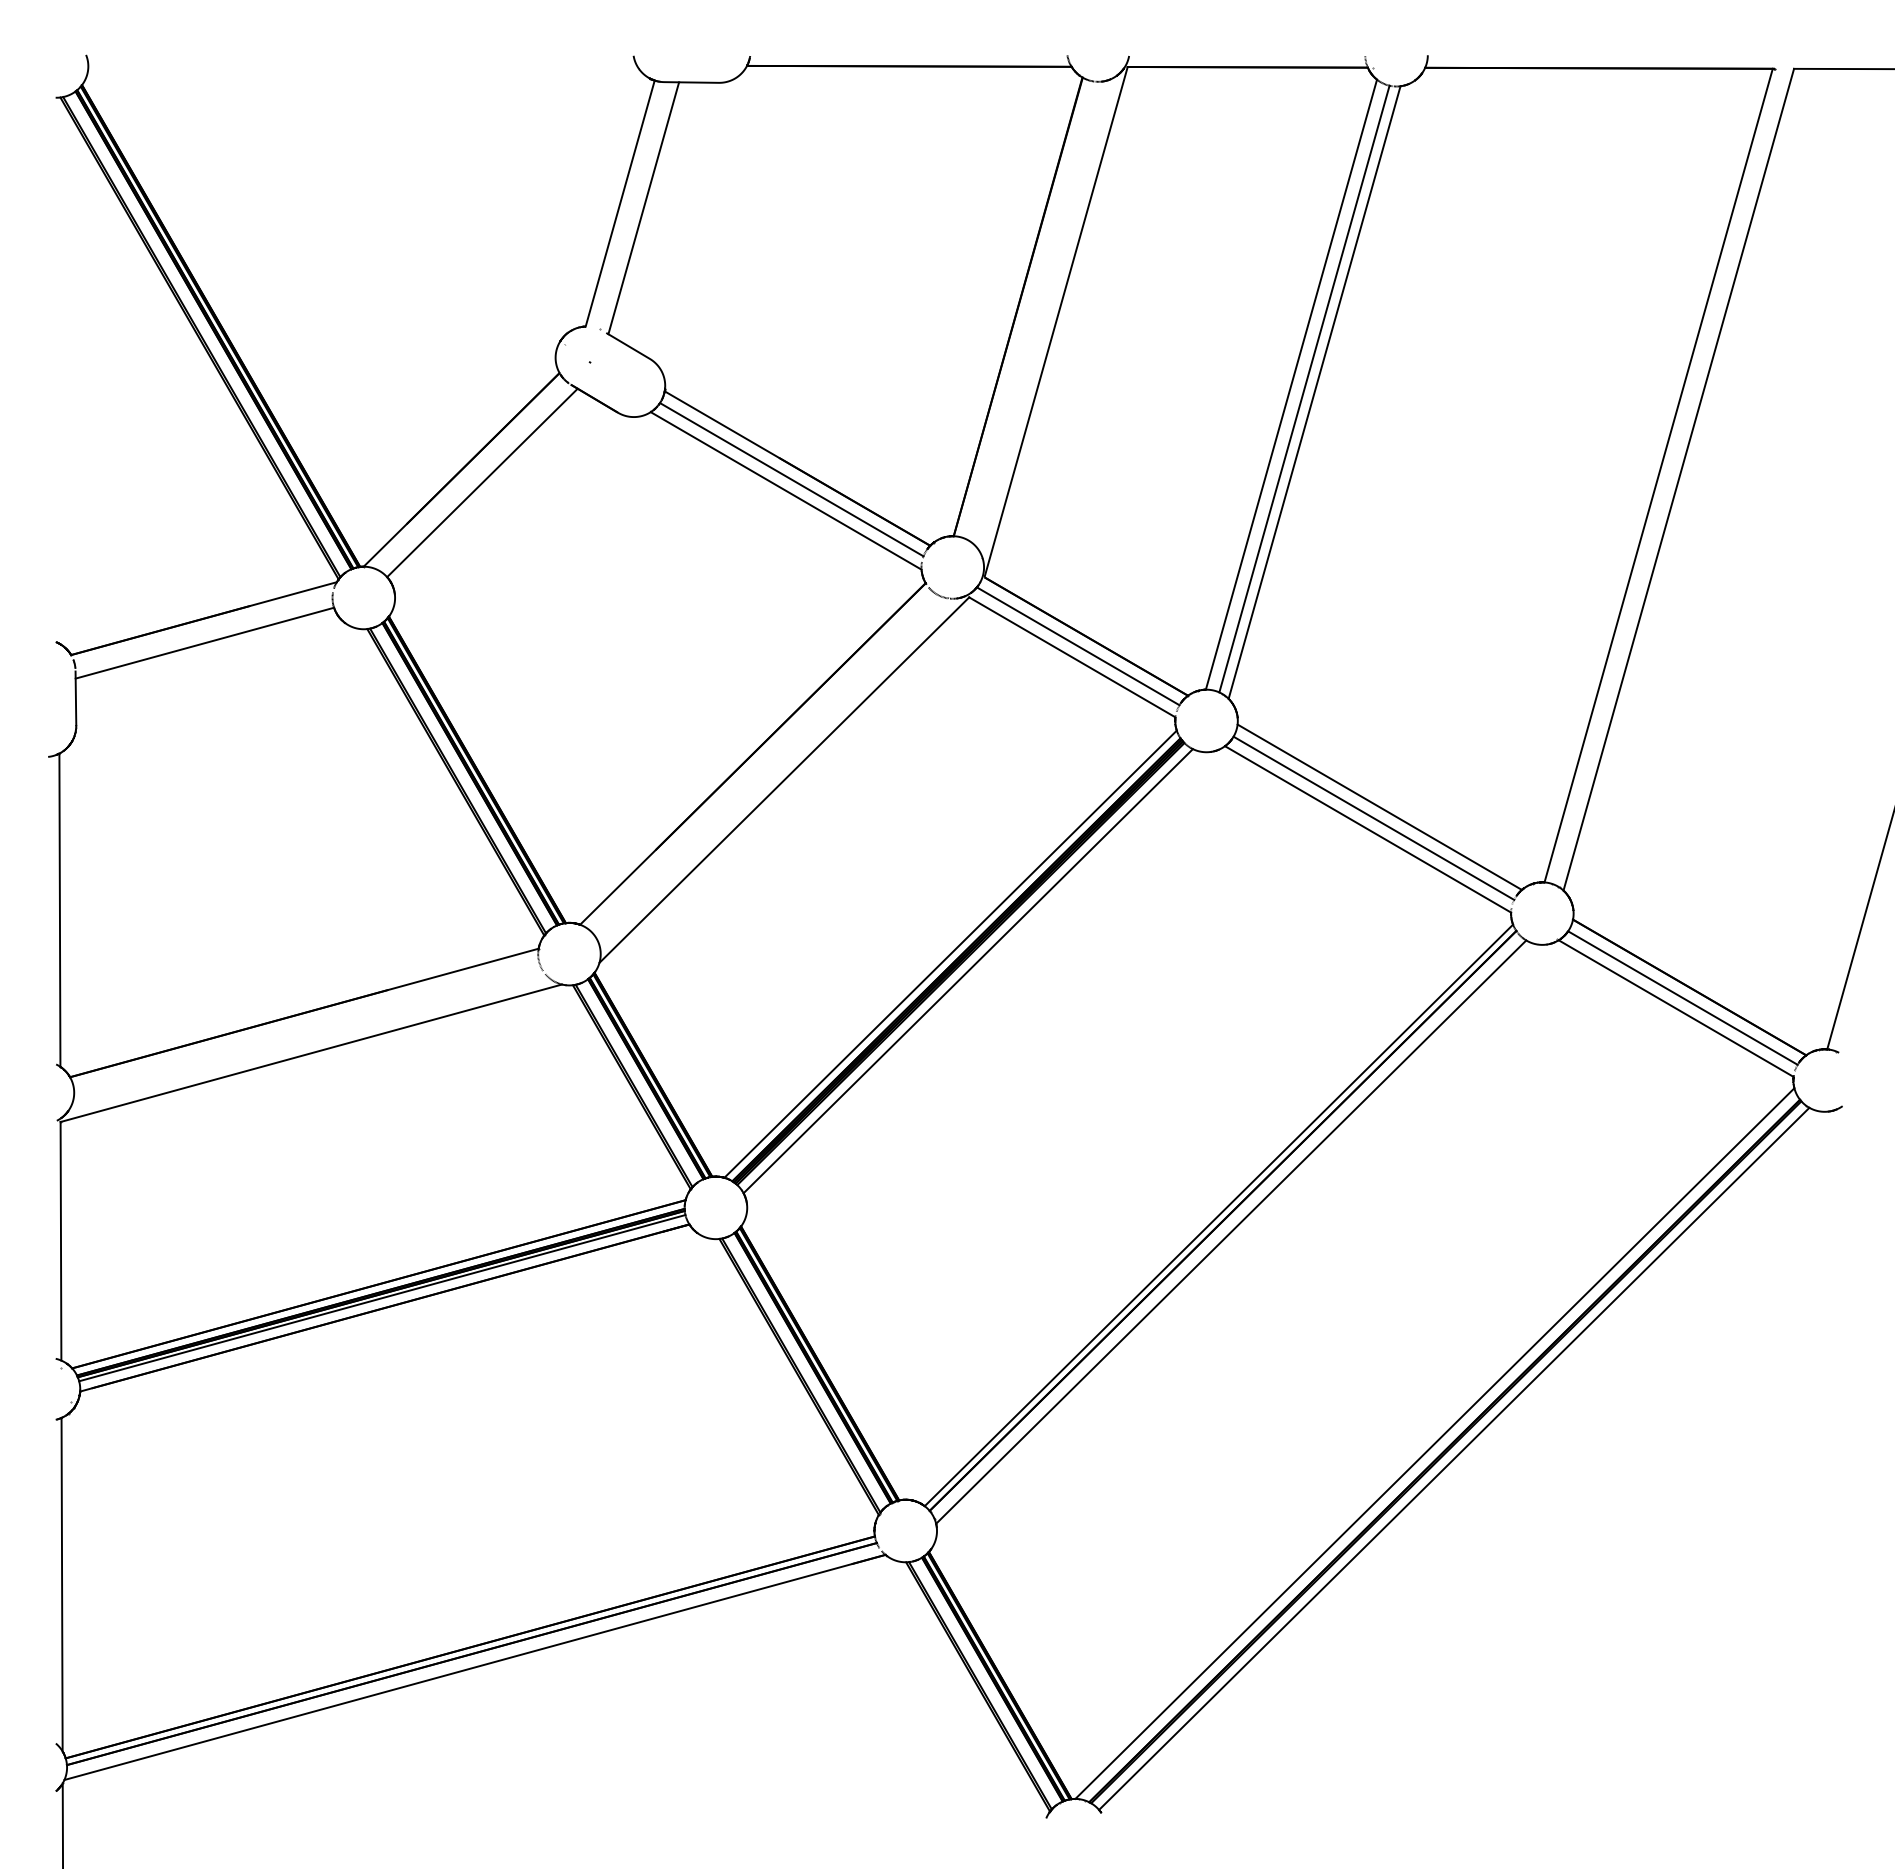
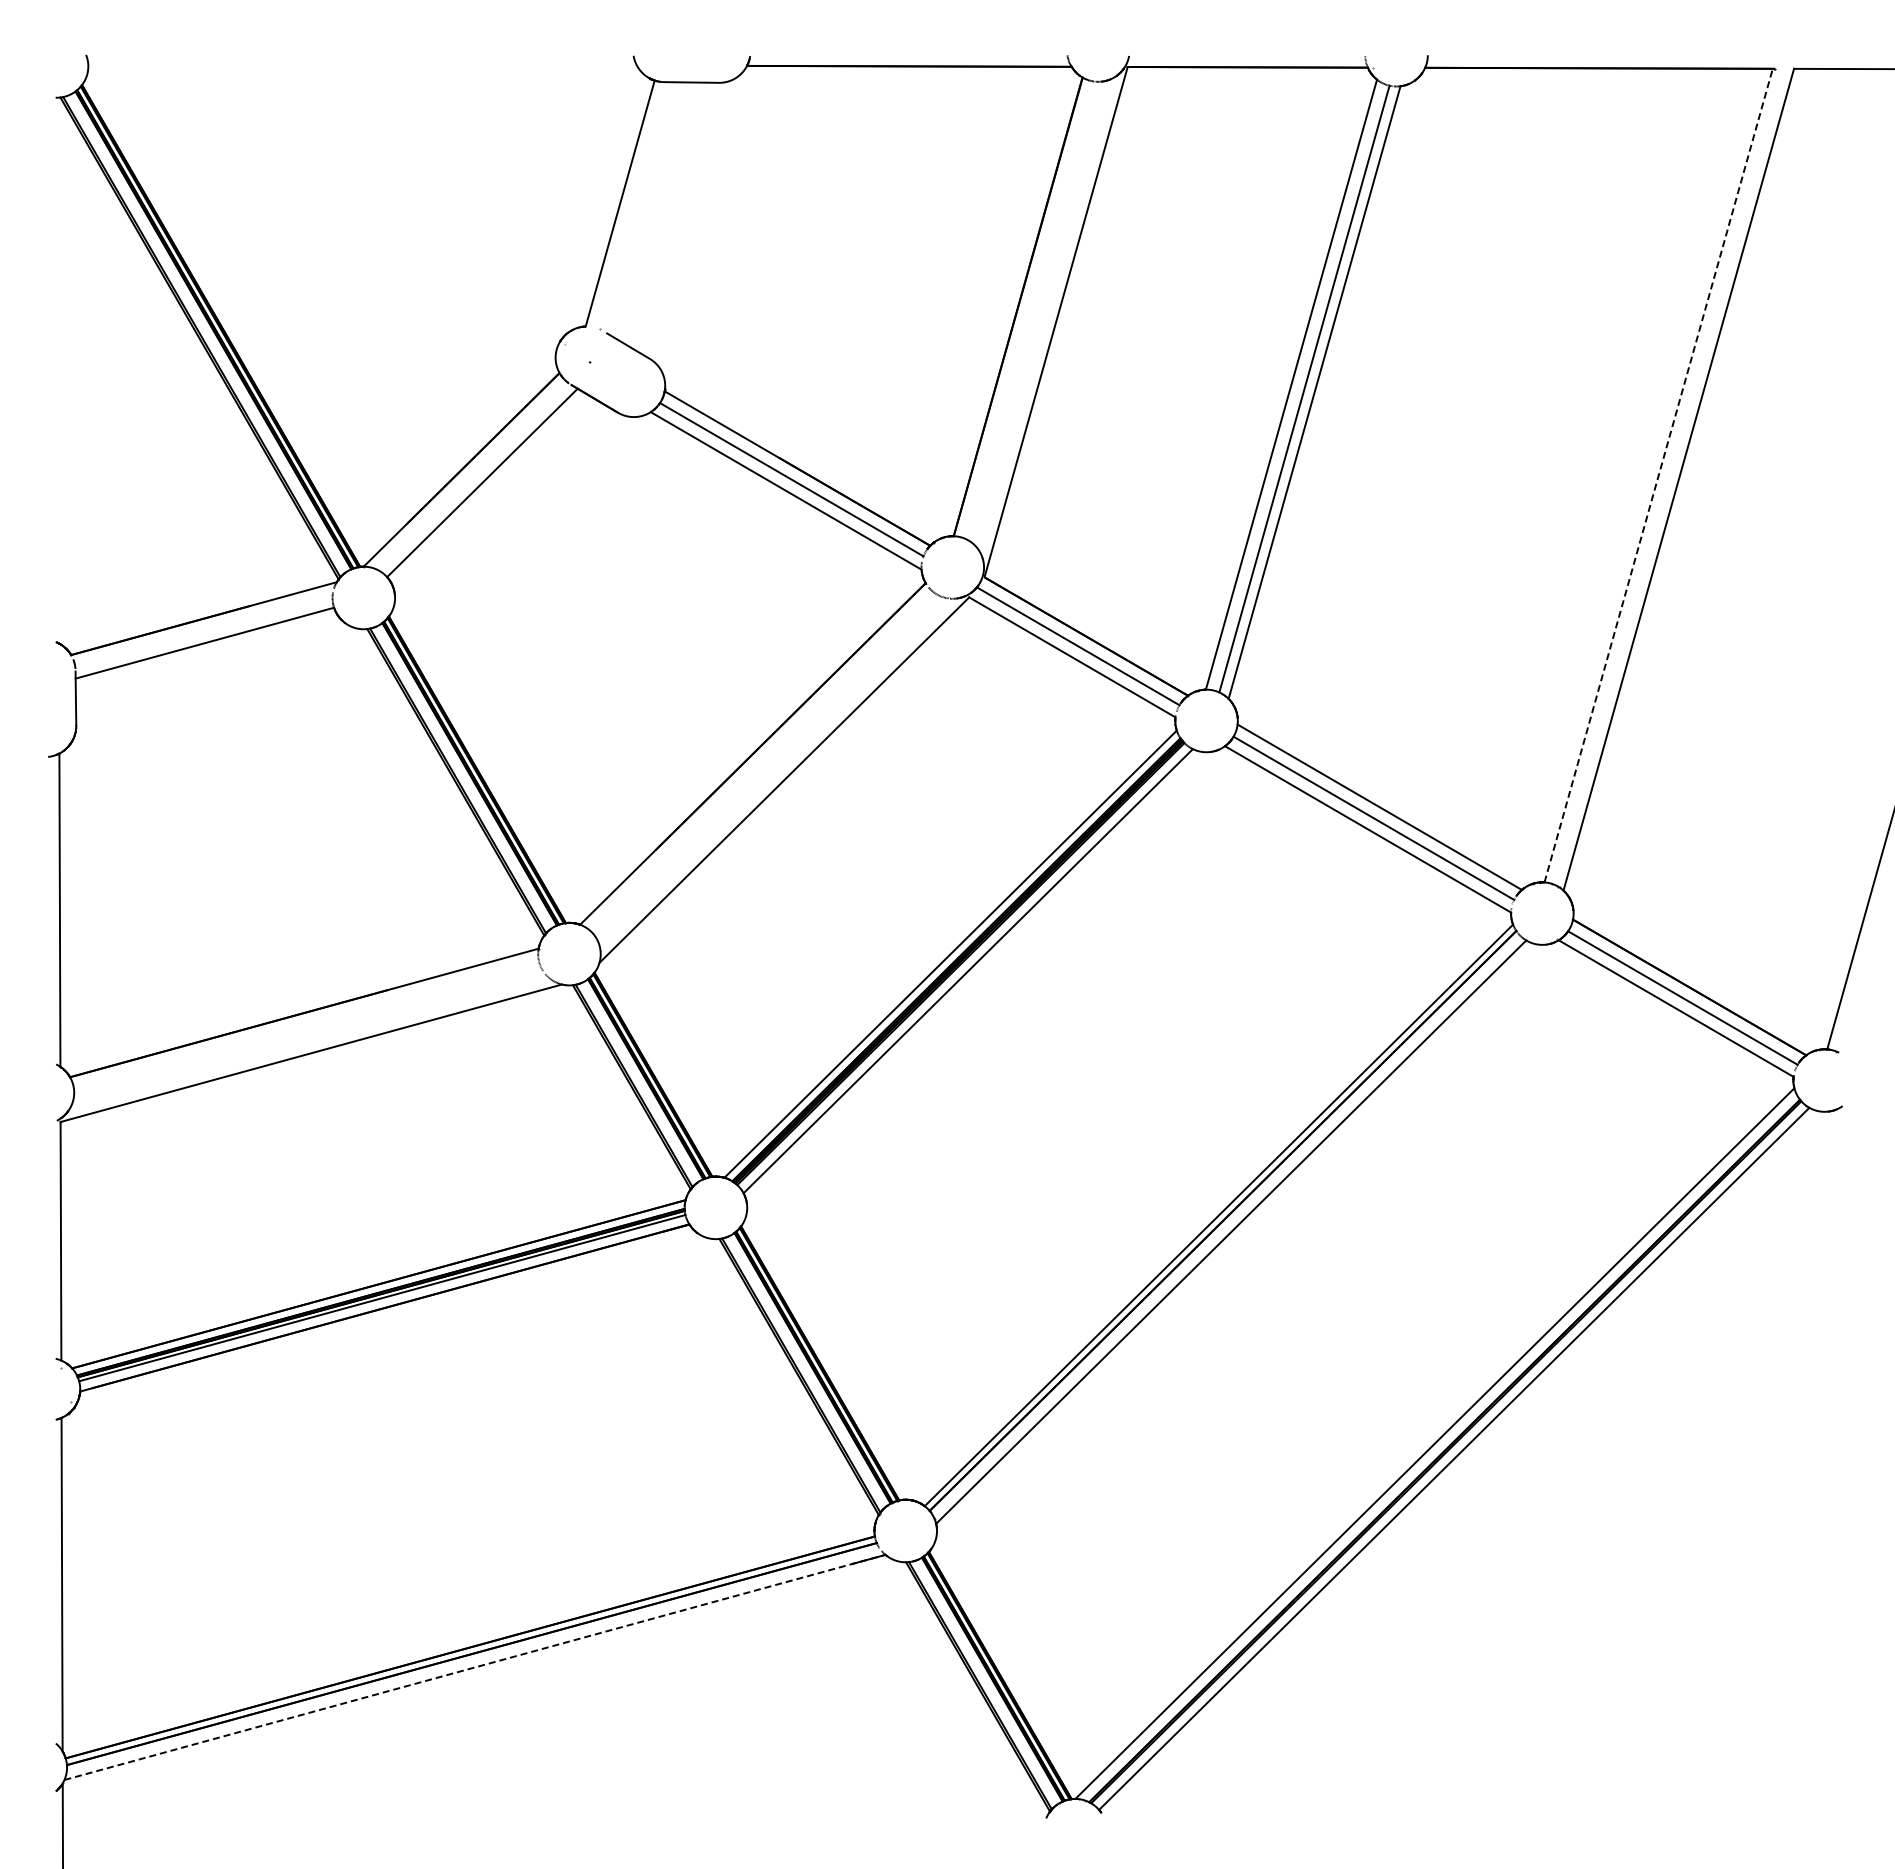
line at (643, 208): present -> none
line at (1658, 475): solid -> dashed
line at (474, 1667): solid -> dashed
